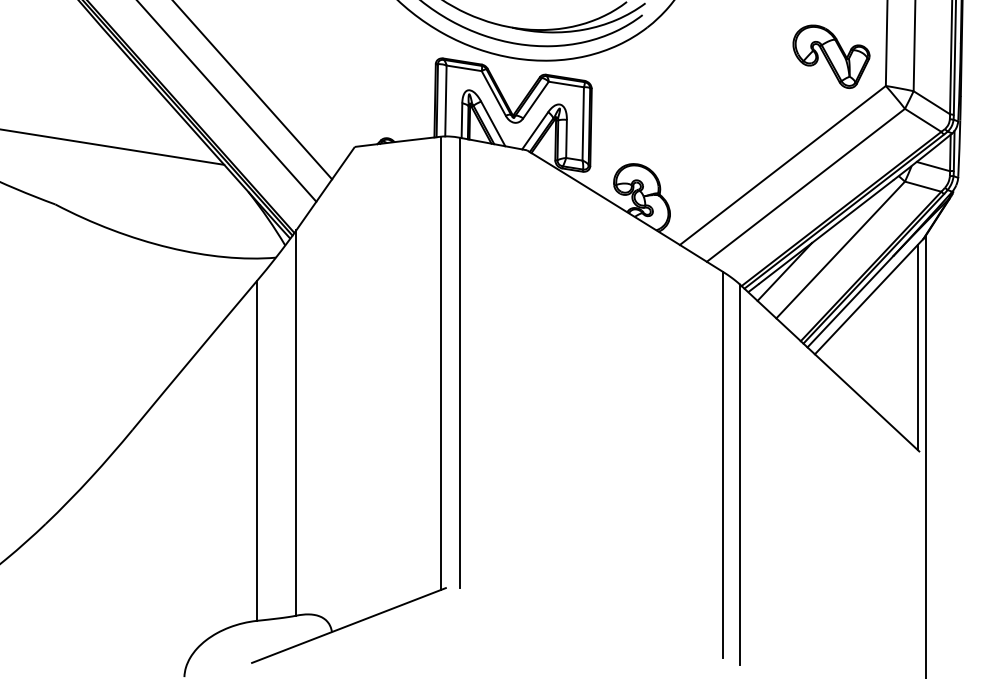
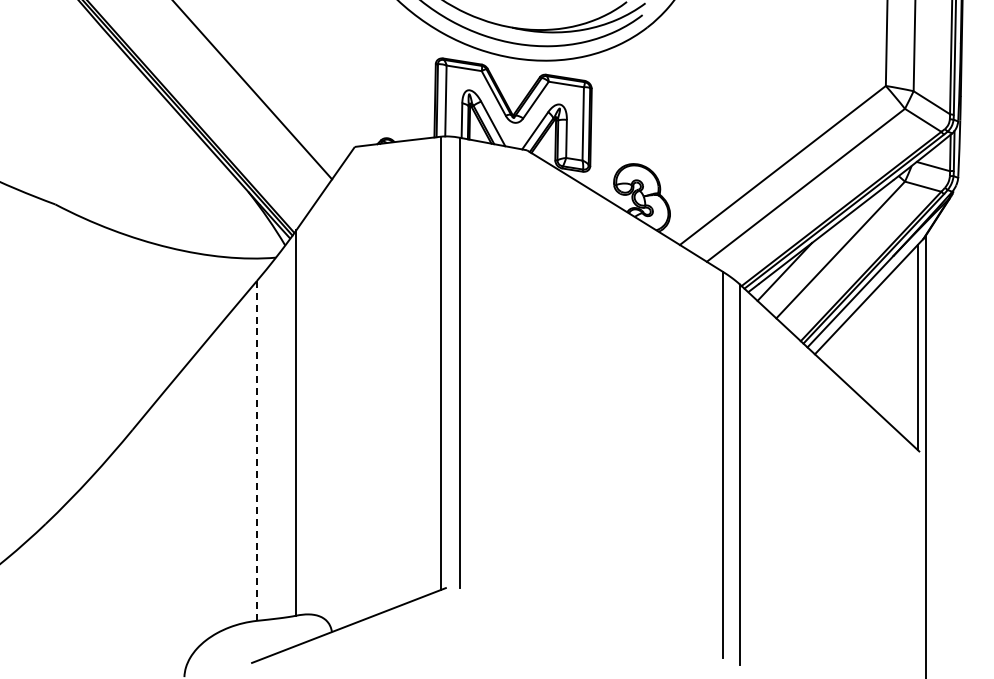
part at (831, 56): present -> none
line at (227, 101): present -> none
line at (113, 146): present -> none
line at (256, 450): solid -> dashed
